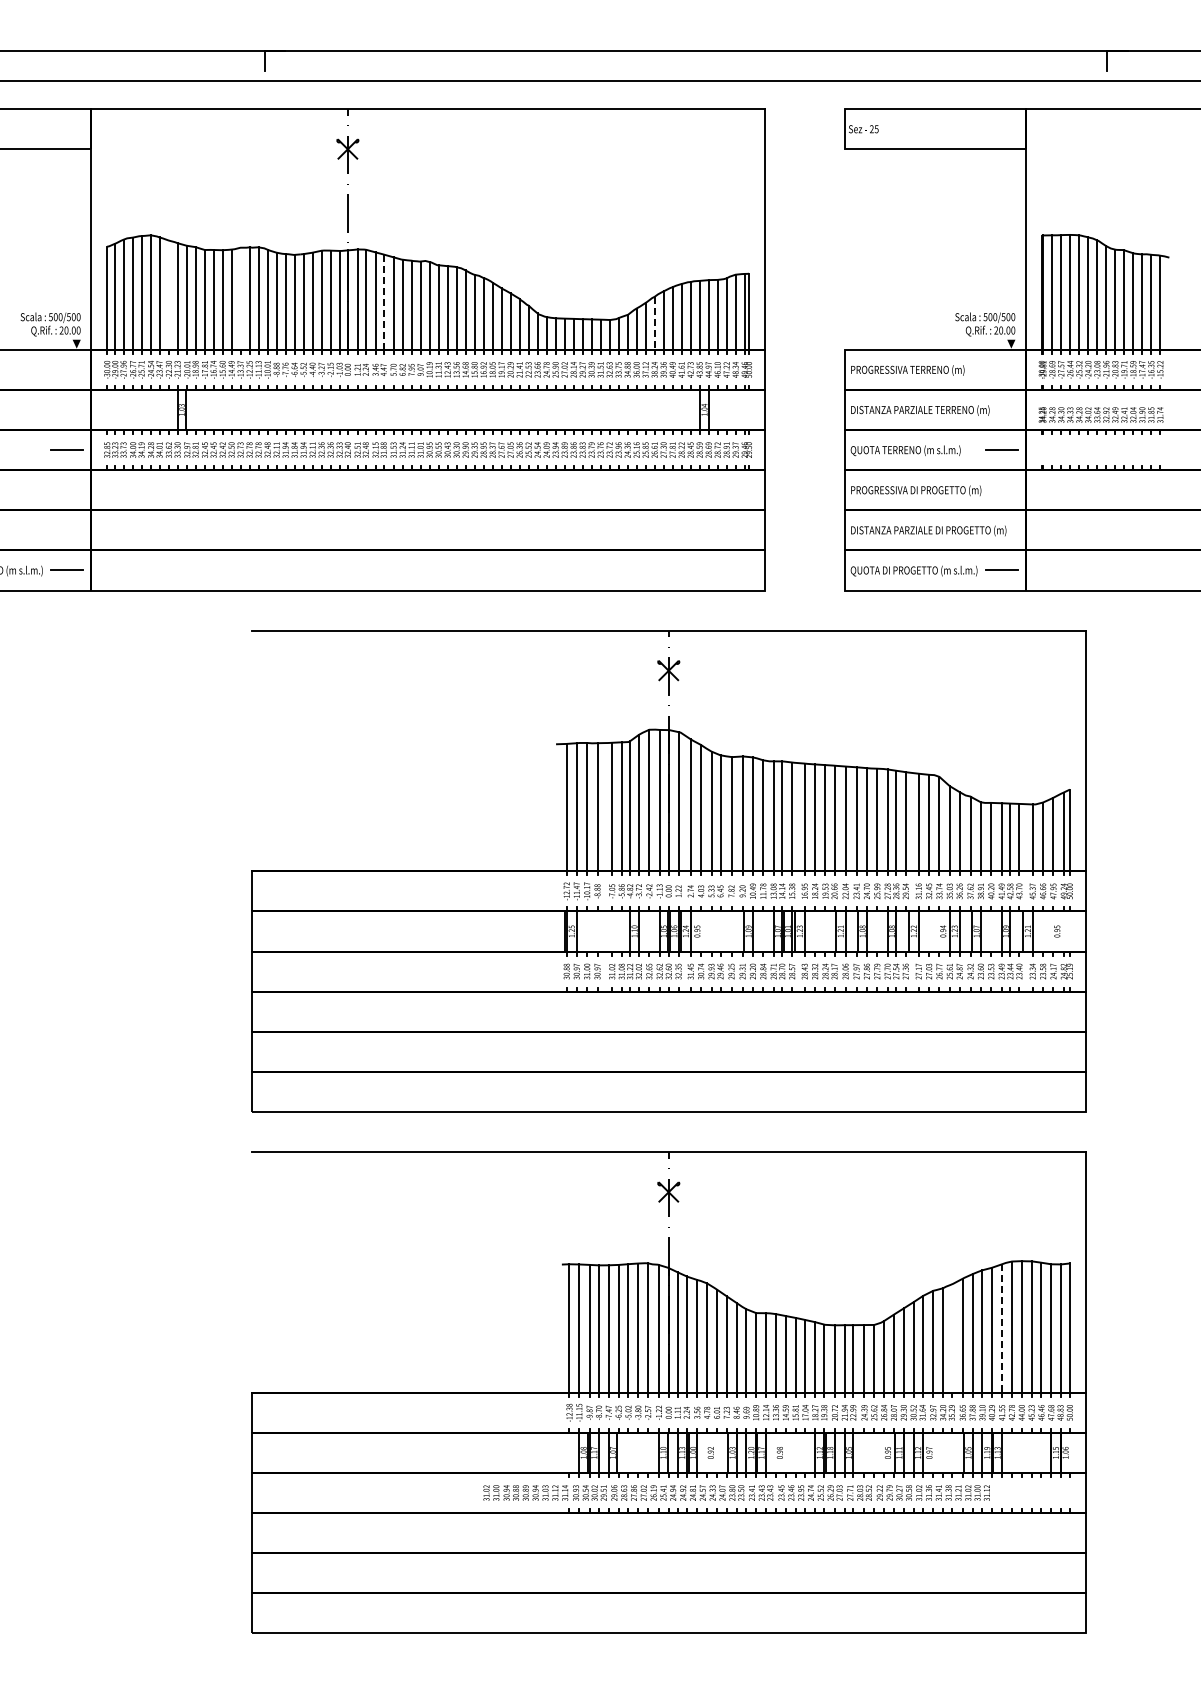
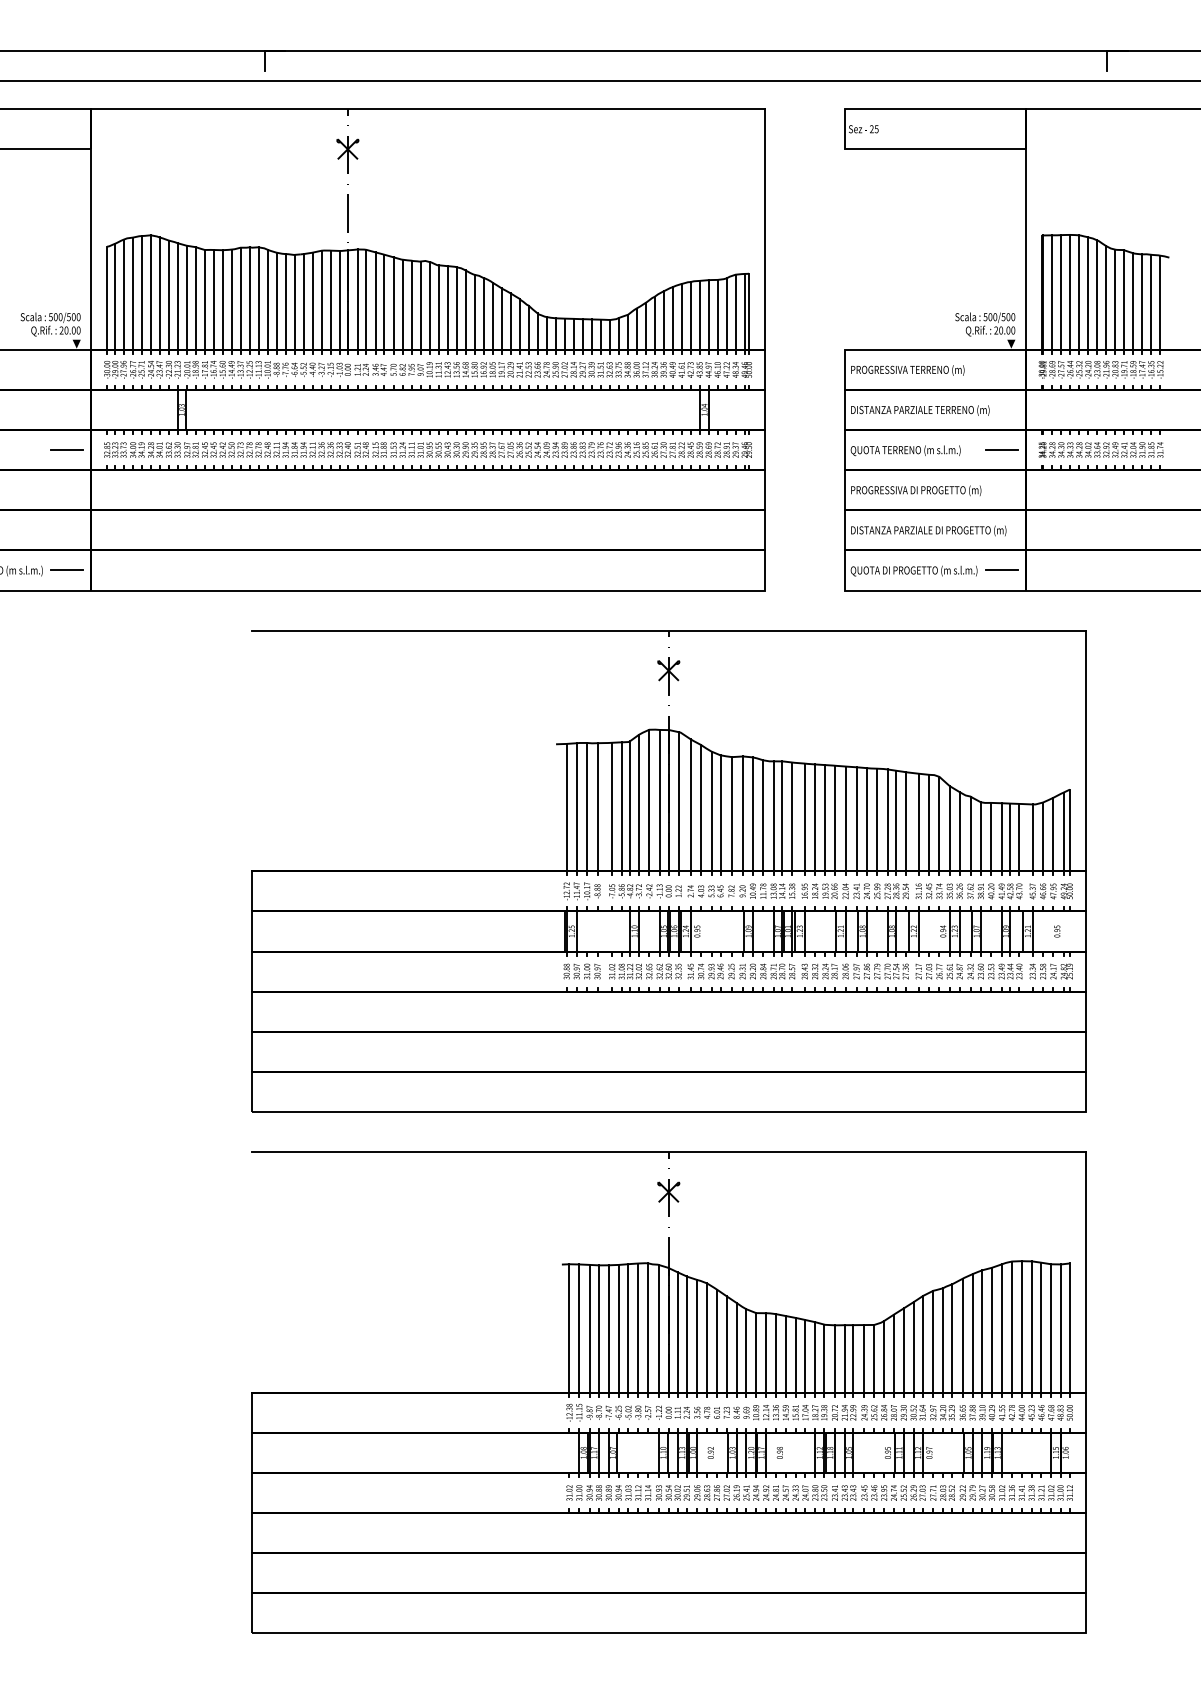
line at (168, 294): none -> present
line at (240, 298): none -> present
line at (383, 302): dashed -> solid
line at (654, 323): dashed -> solid
text at (1100, 414) position: (1100, 414) -> (1100, 449)
line at (1002, 1329): dashed -> solid
line at (951, 1338): none -> present
text at (736, 1492) position: (736, 1492) -> (819, 1492)
